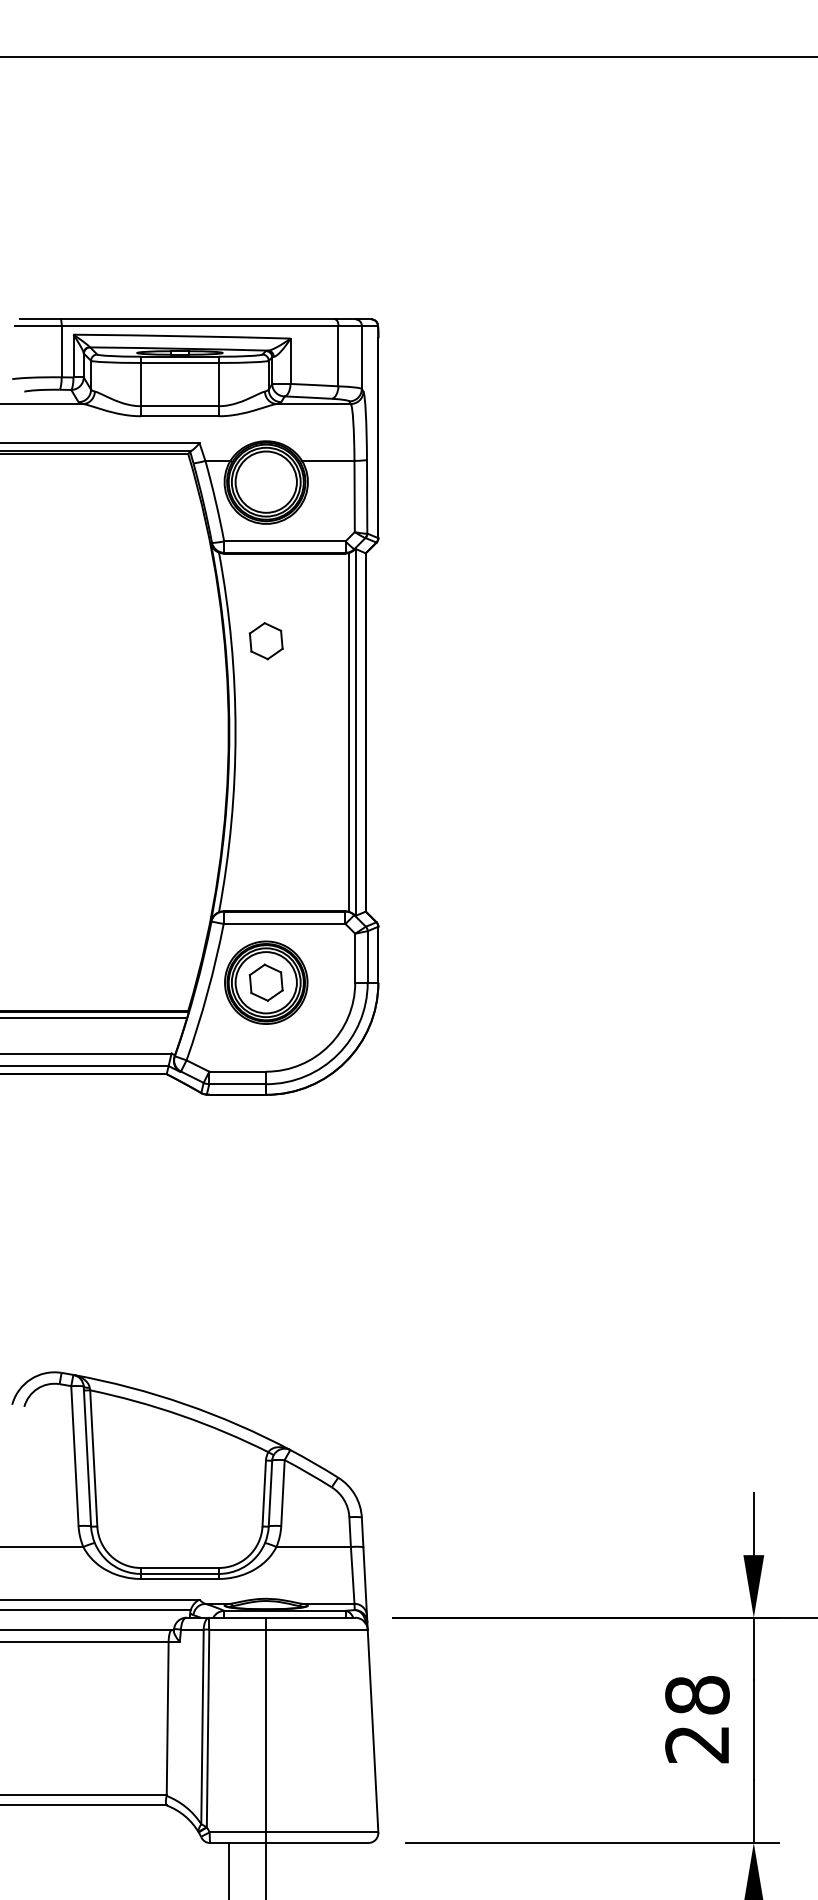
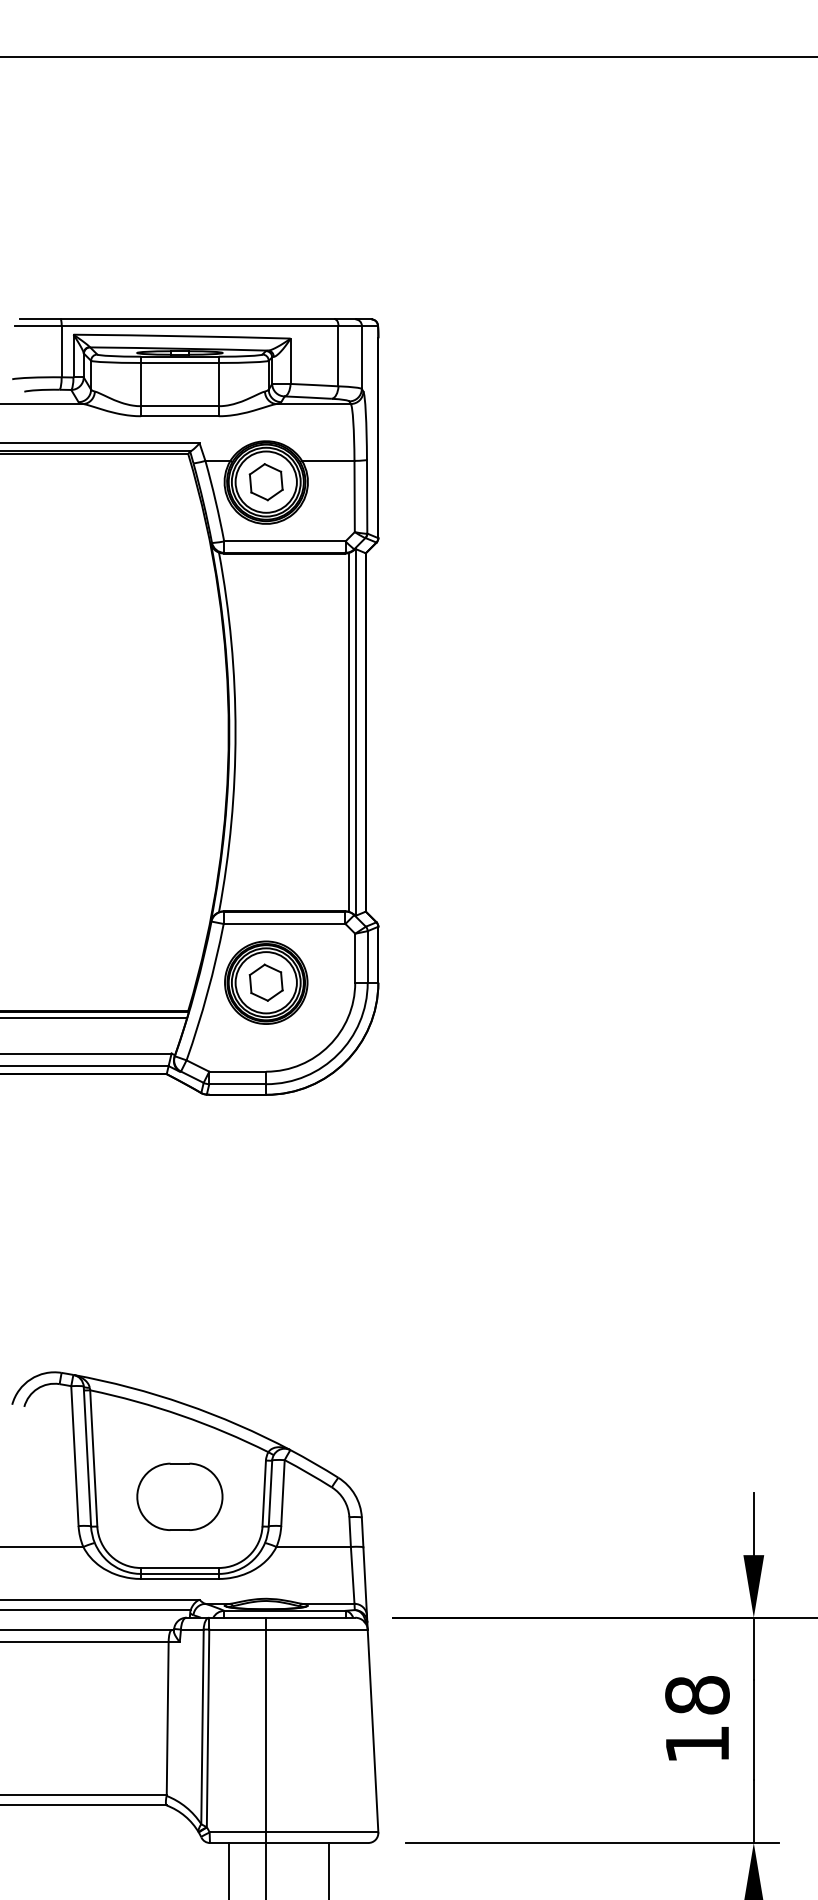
part at (265, 641) position: (265, 641) -> (265, 482)
part at (179, 1496): none -> present
text at (696, 1745): 28 -> 18
line at (328, 1869): none -> present
